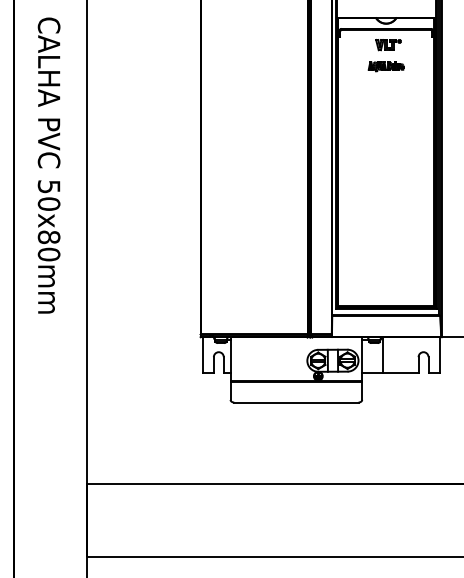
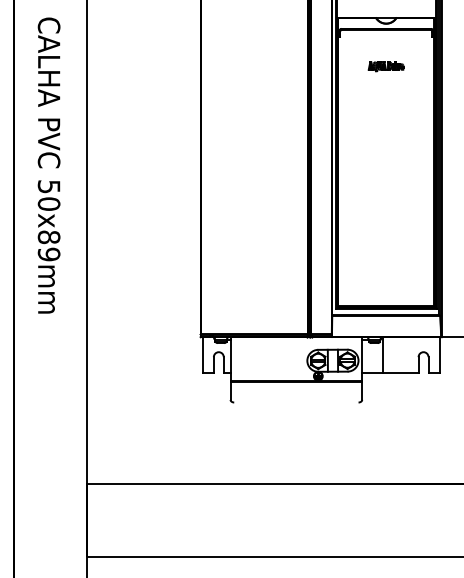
part at (388, 45): present -> none
text at (48, 254): 50x80mm -> 50x89mm
line at (296, 402): present -> none
